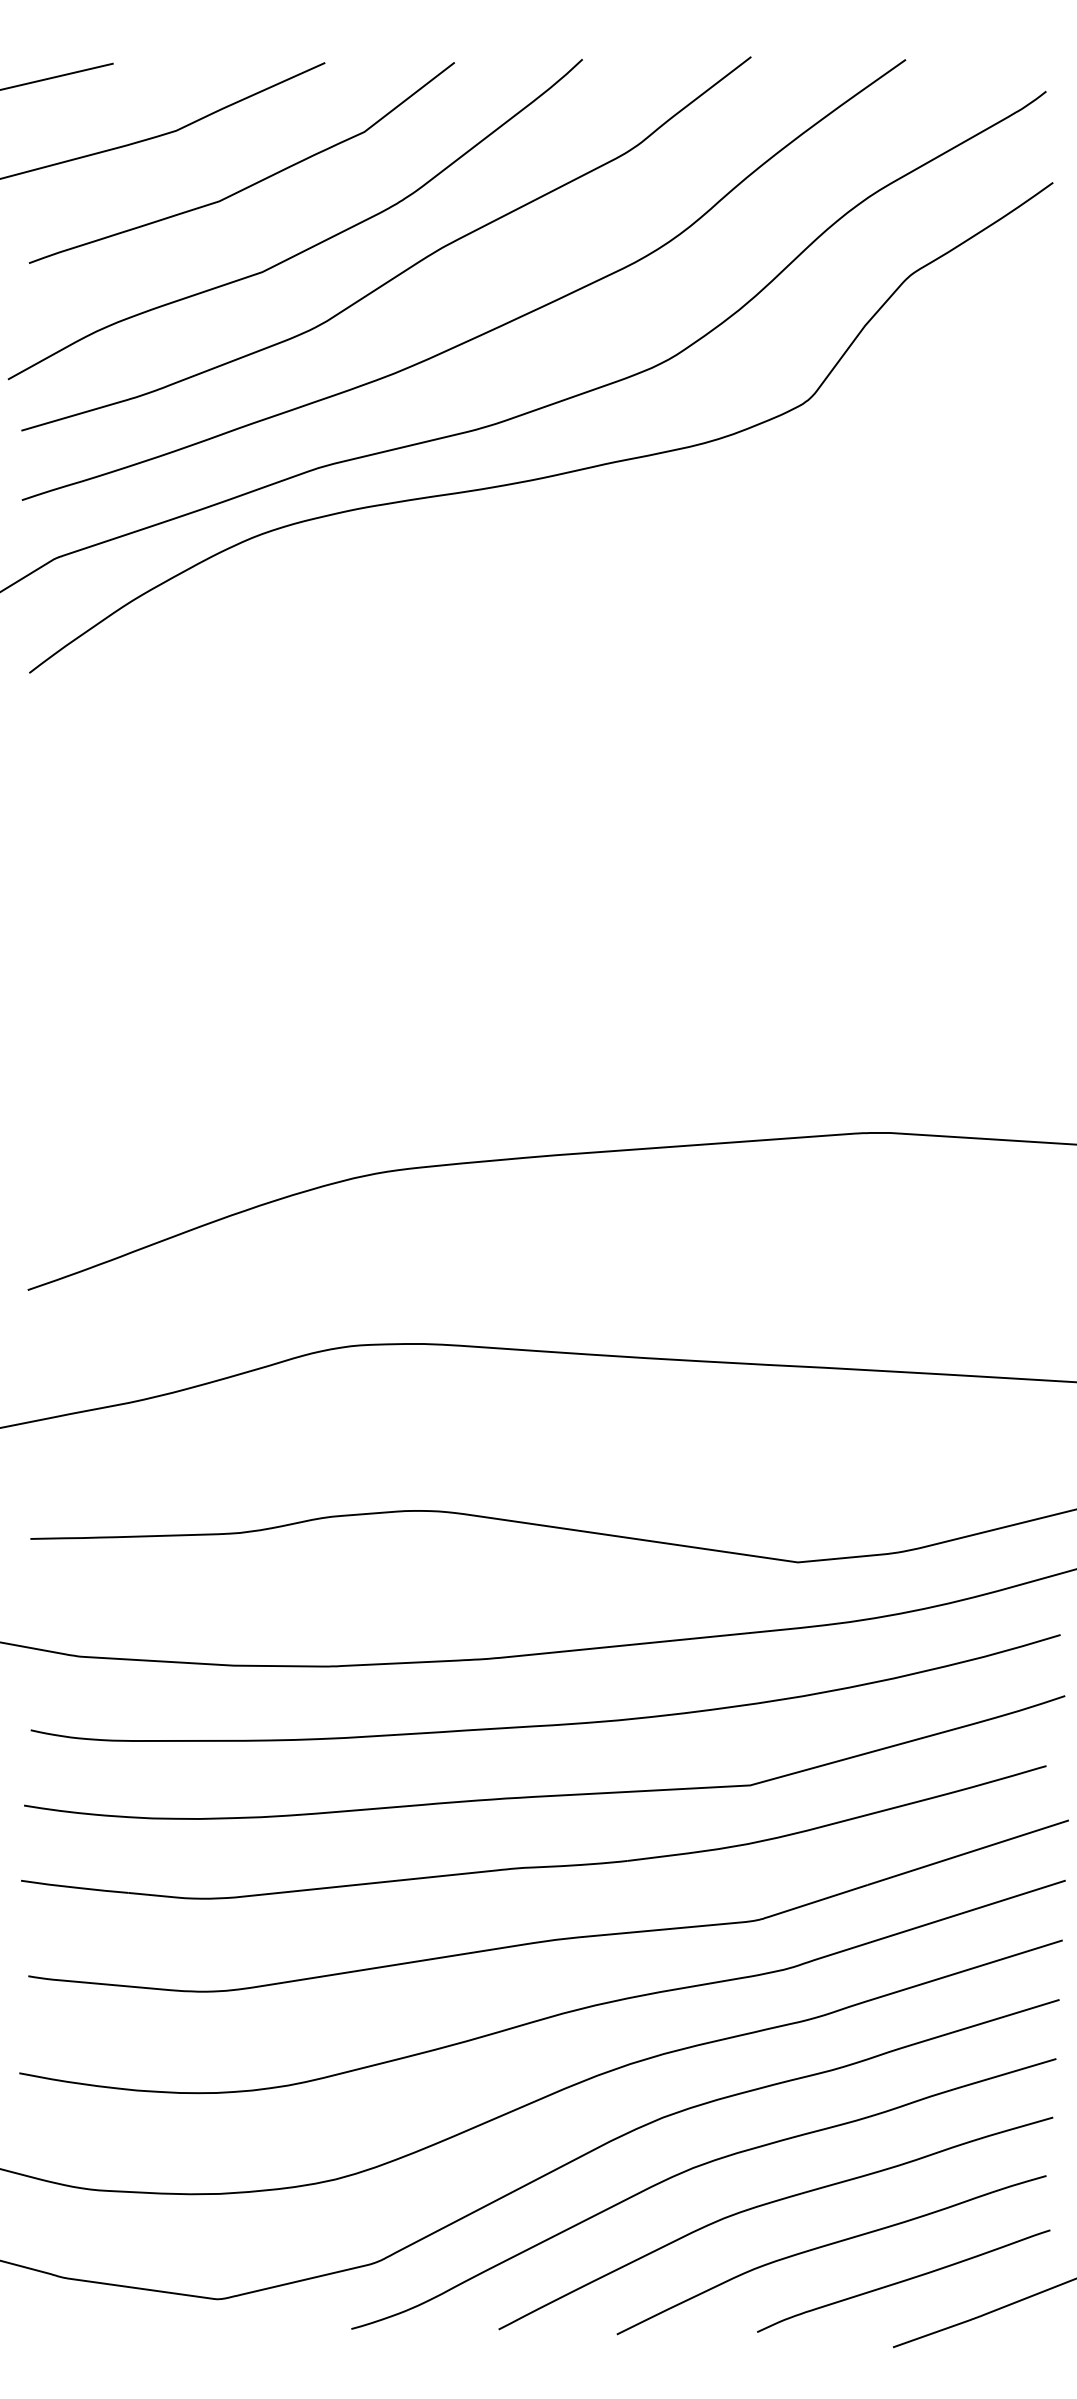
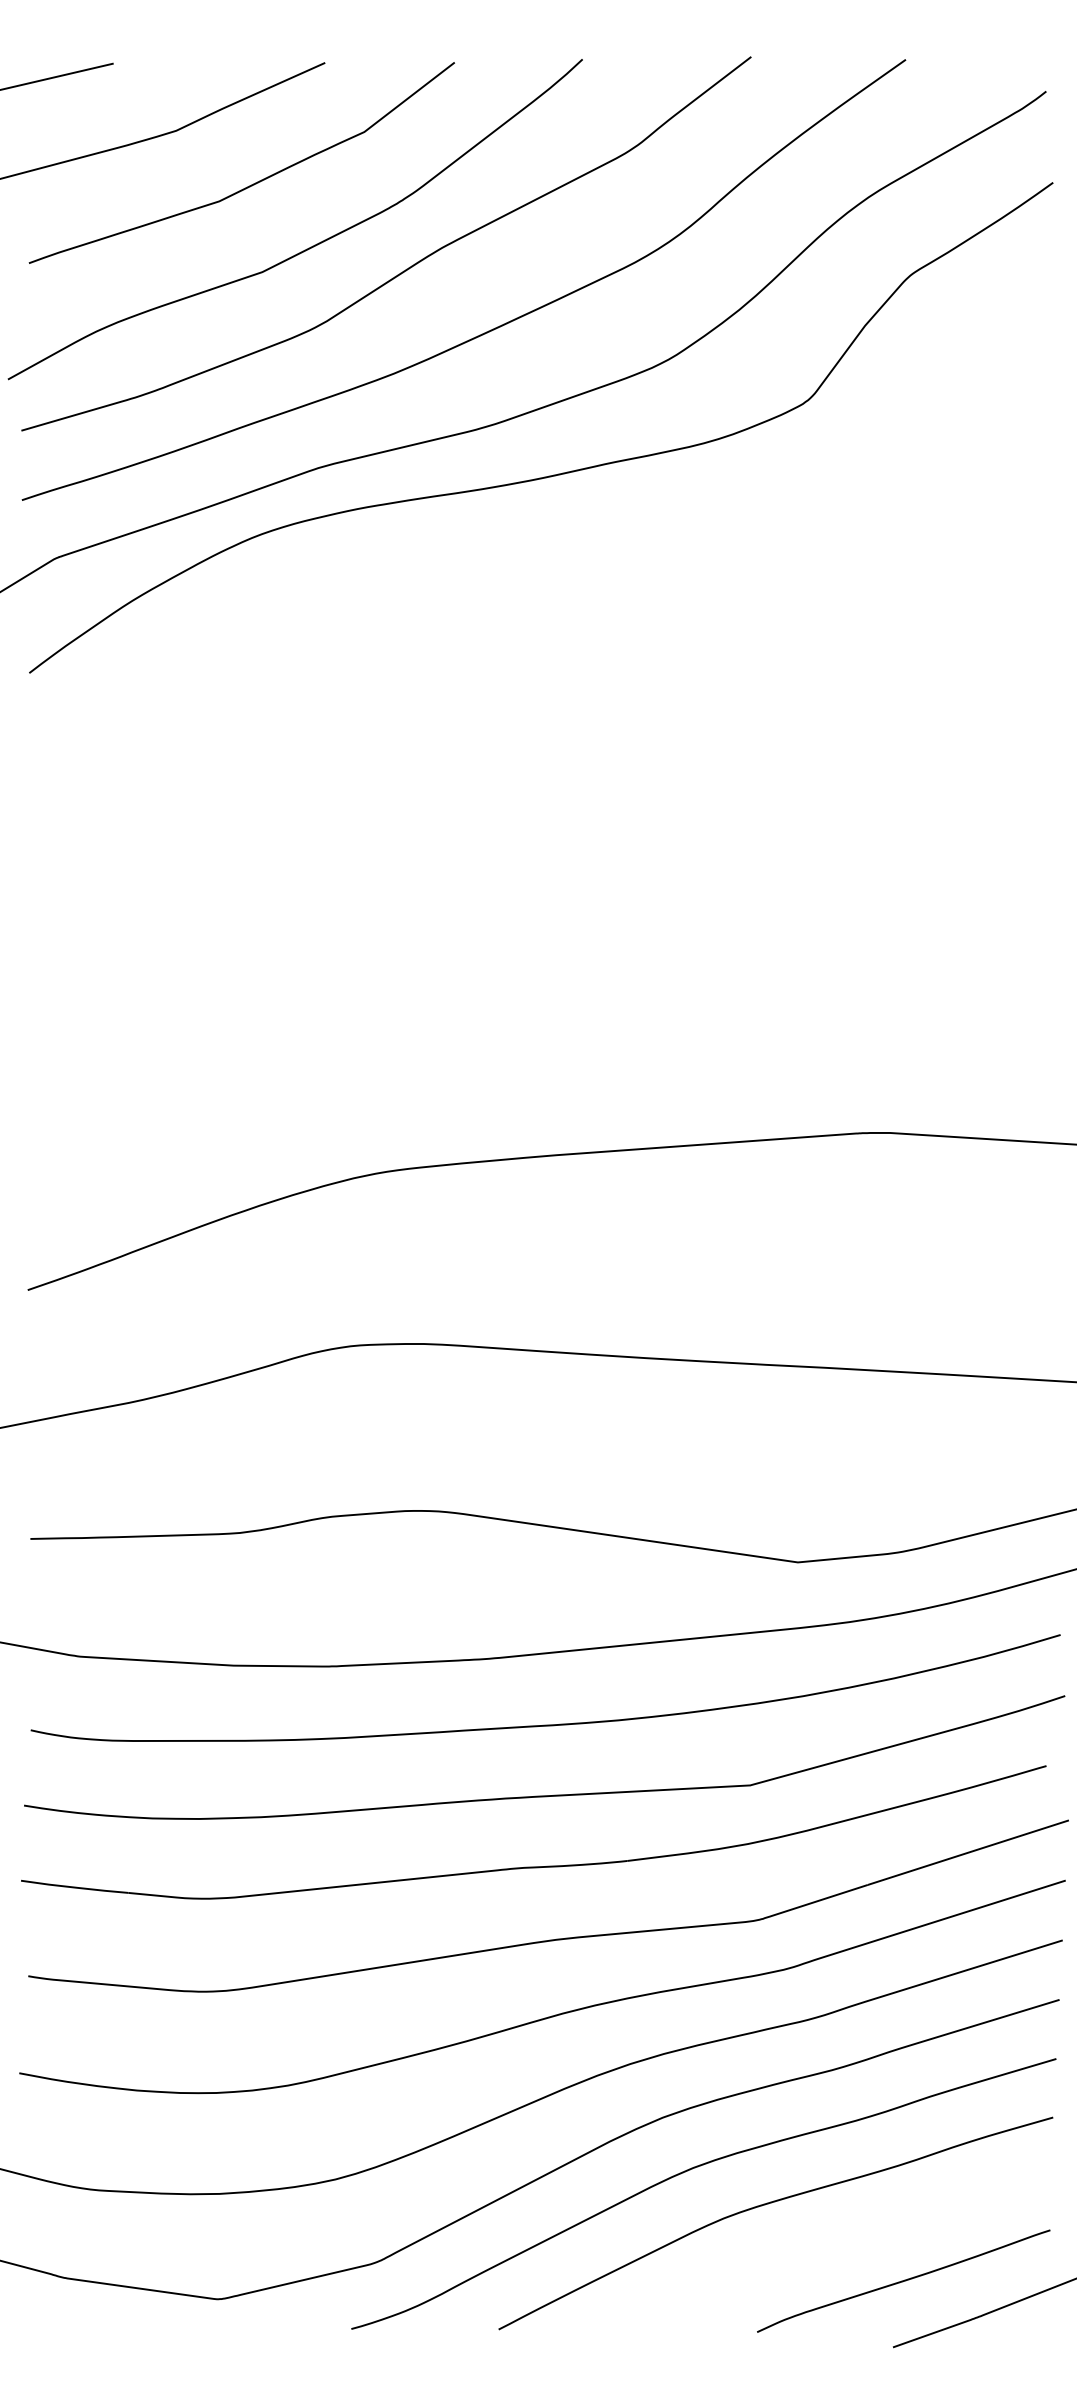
curve at (830, 2245): present -> none
